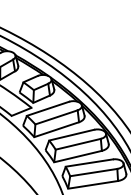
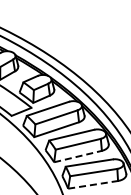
line at (78, 156): solid -> dashed
line at (93, 184): solid -> dashed
